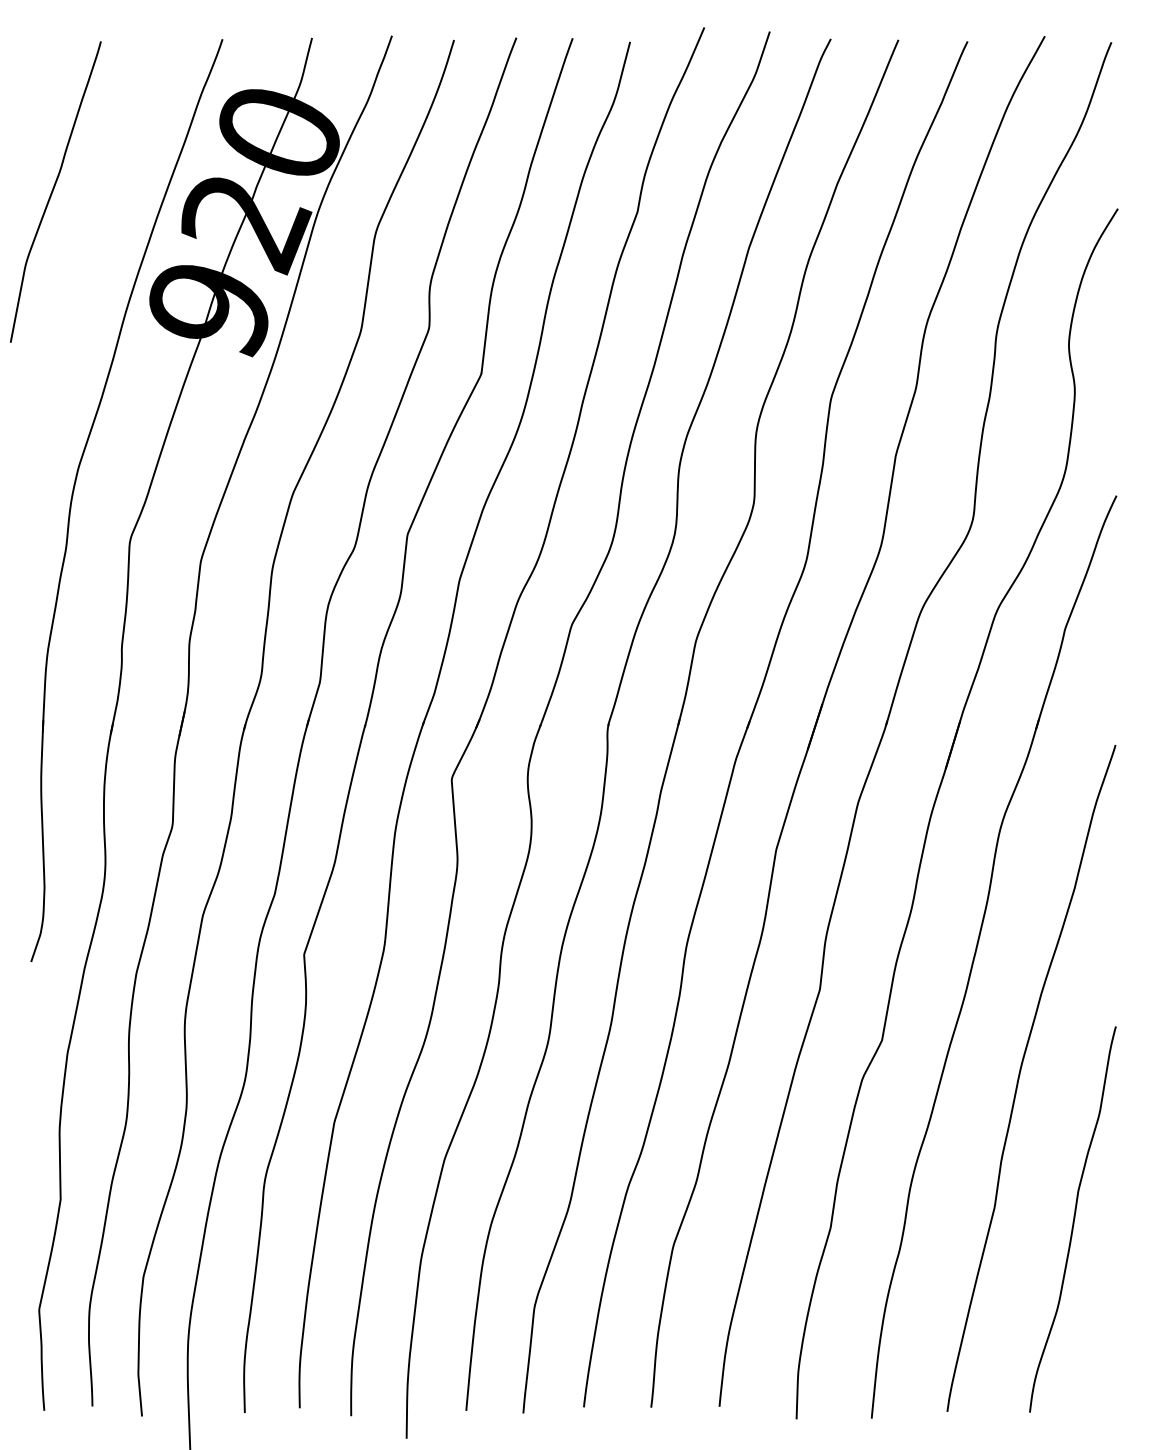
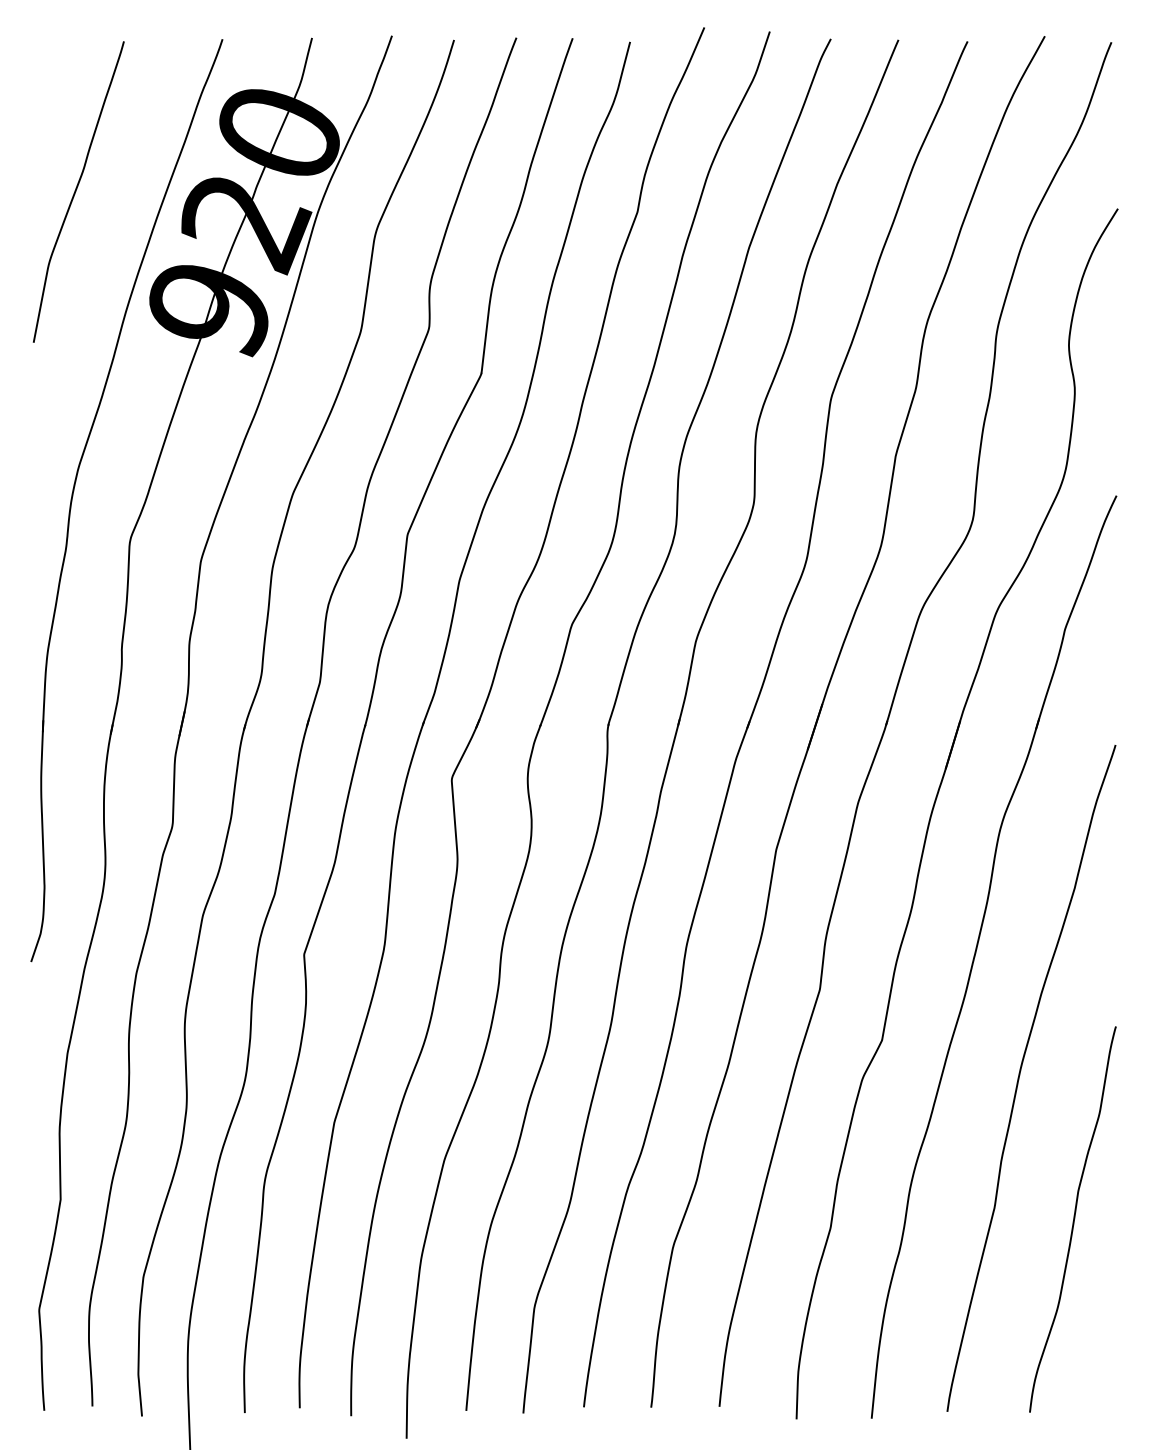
curve at (53, 191) position: (53, 191) -> (76, 191)
